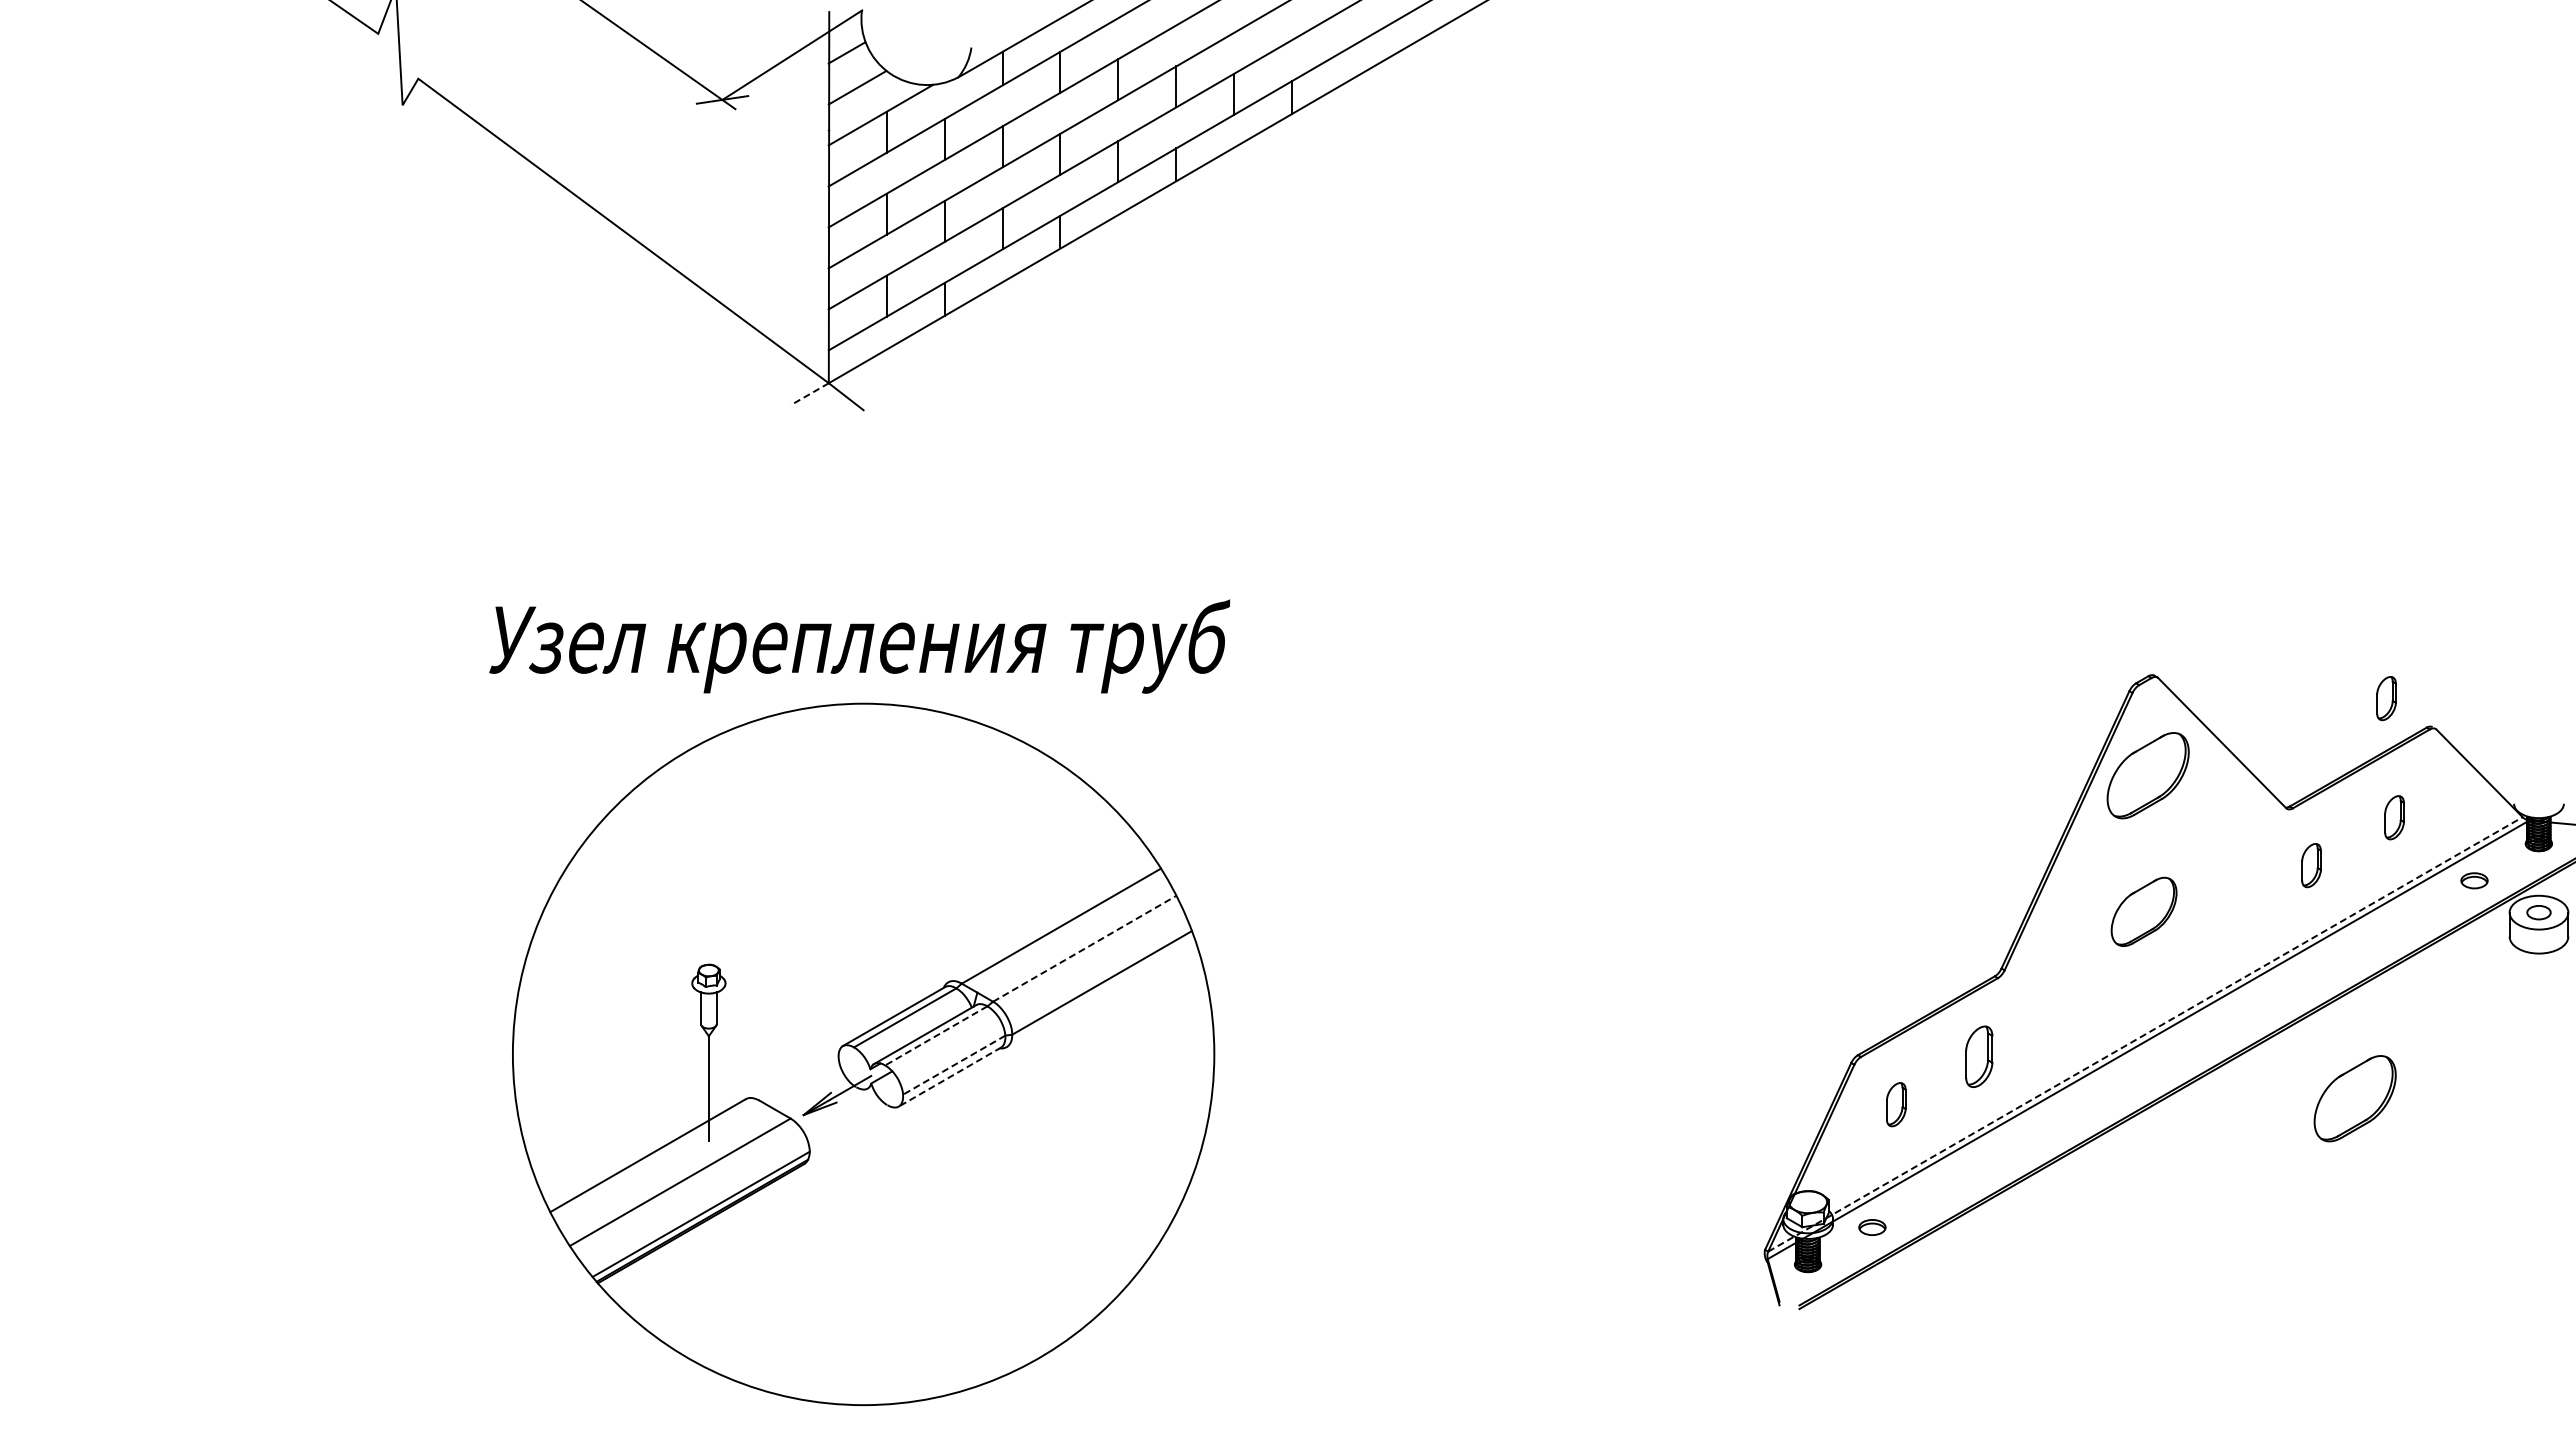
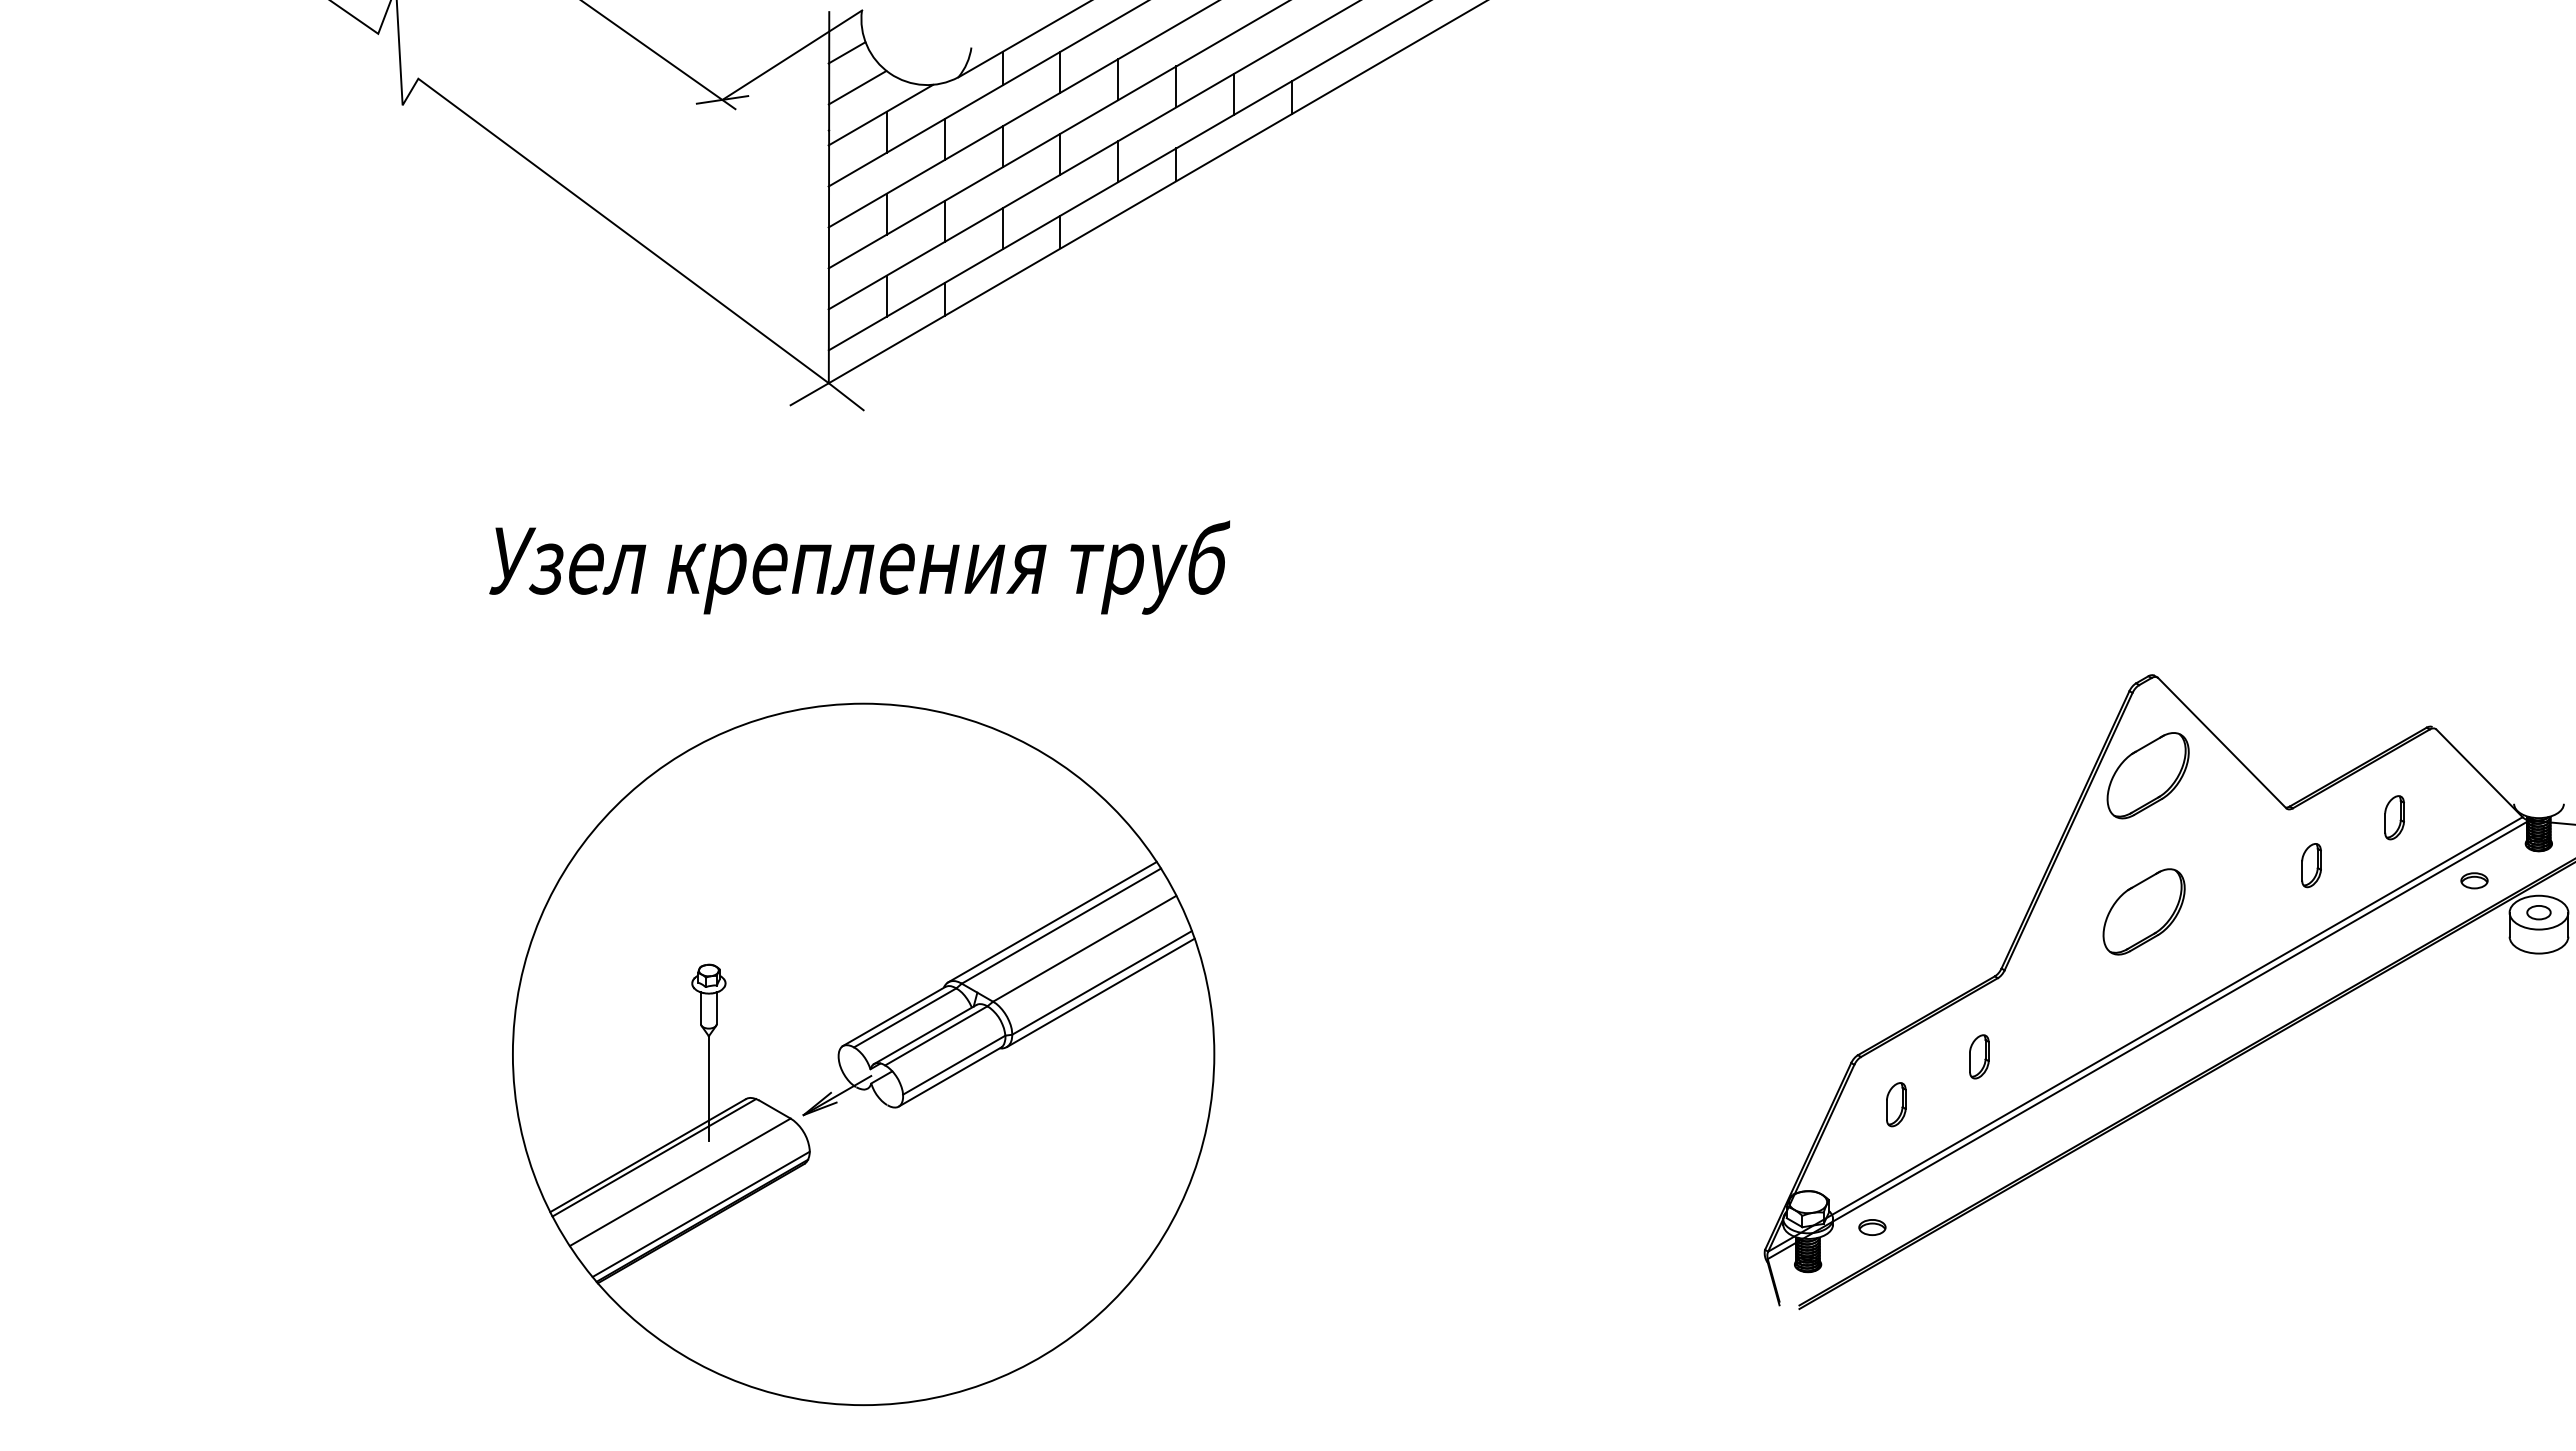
line at (809, 394): dashed -> solid
text at (859, 646) position: (859, 646) -> (859, 567)
part at (2386, 698): present -> none
part at (2143, 911) size: 68x71 px -> 84x88 px
line at (1051, 921): none -> present
line at (1084, 948): dashed -> solid
line at (1100, 992): none -> present
line at (2145, 1034): dashed -> solid
line at (935, 1036): dashed -> solid
part at (1979, 1056) size: 29x63 px -> 21x46 px
line at (953, 1065): dashed -> solid
line at (949, 1077): dashed -> solid
part at (2354, 1098): present -> none
line at (654, 1157): none -> present
